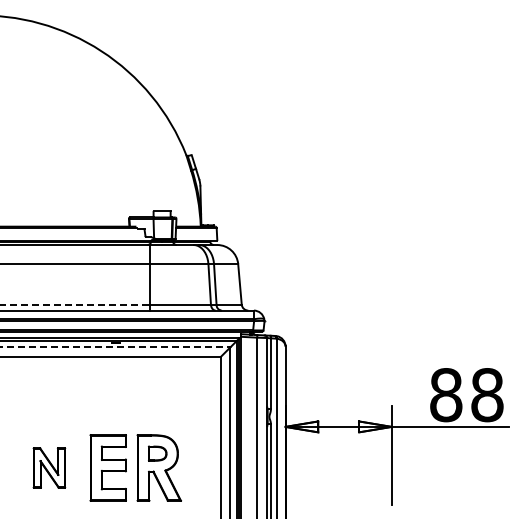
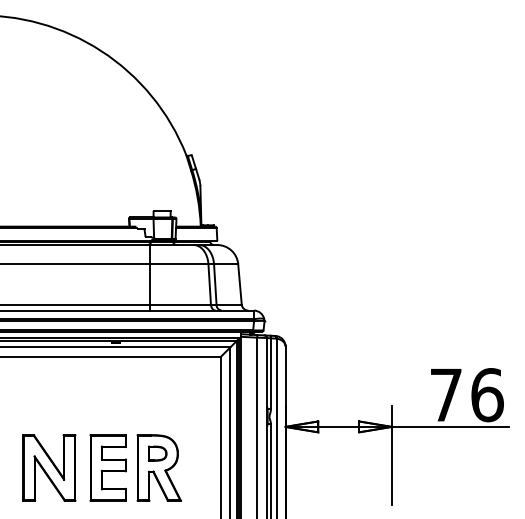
line at (75, 304): dashed -> solid
line at (115, 347): dashed -> solid
text at (466, 395): 88 -> 76
part at (49, 467) size: 35x42 px -> 55x68 px
